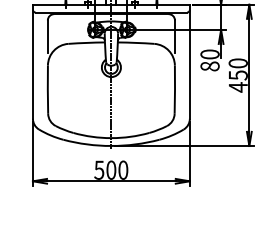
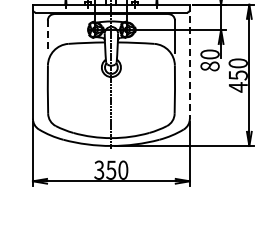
line at (47, 37): solid -> dashed
line at (189, 61): solid -> dashed
text at (105, 169): 500 -> 350
